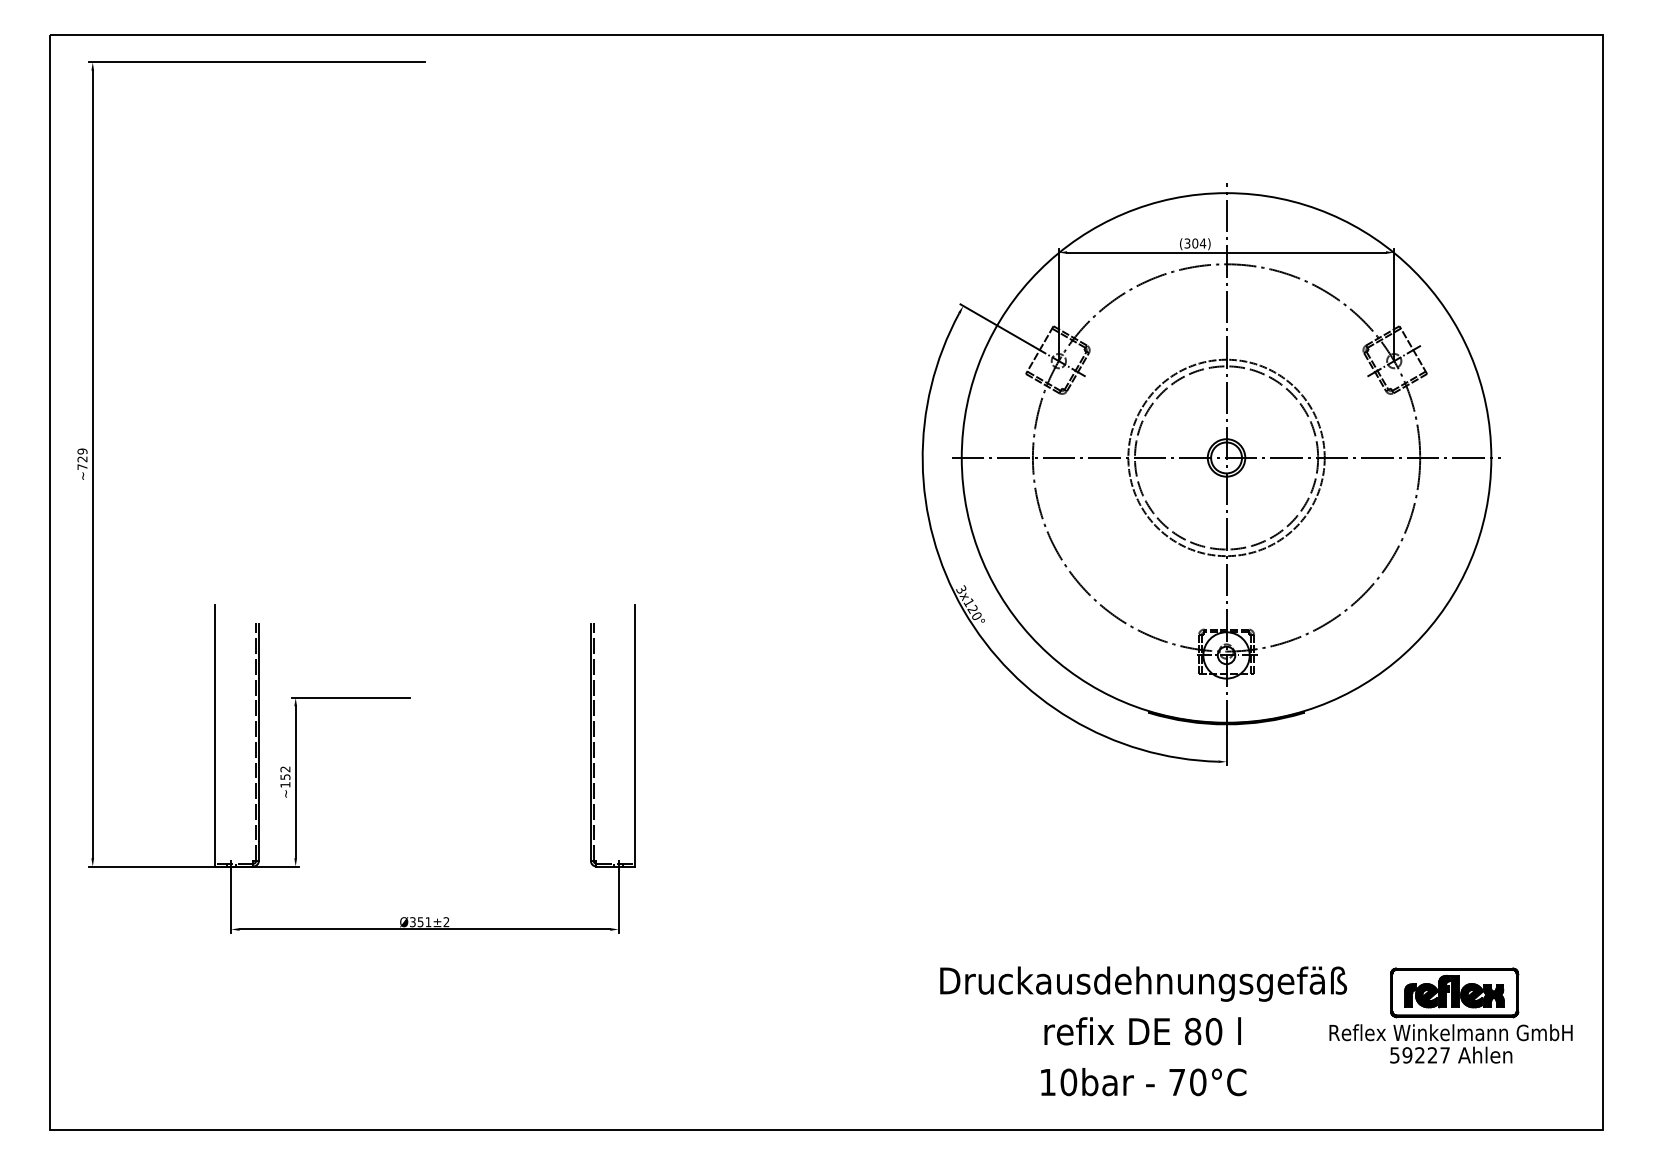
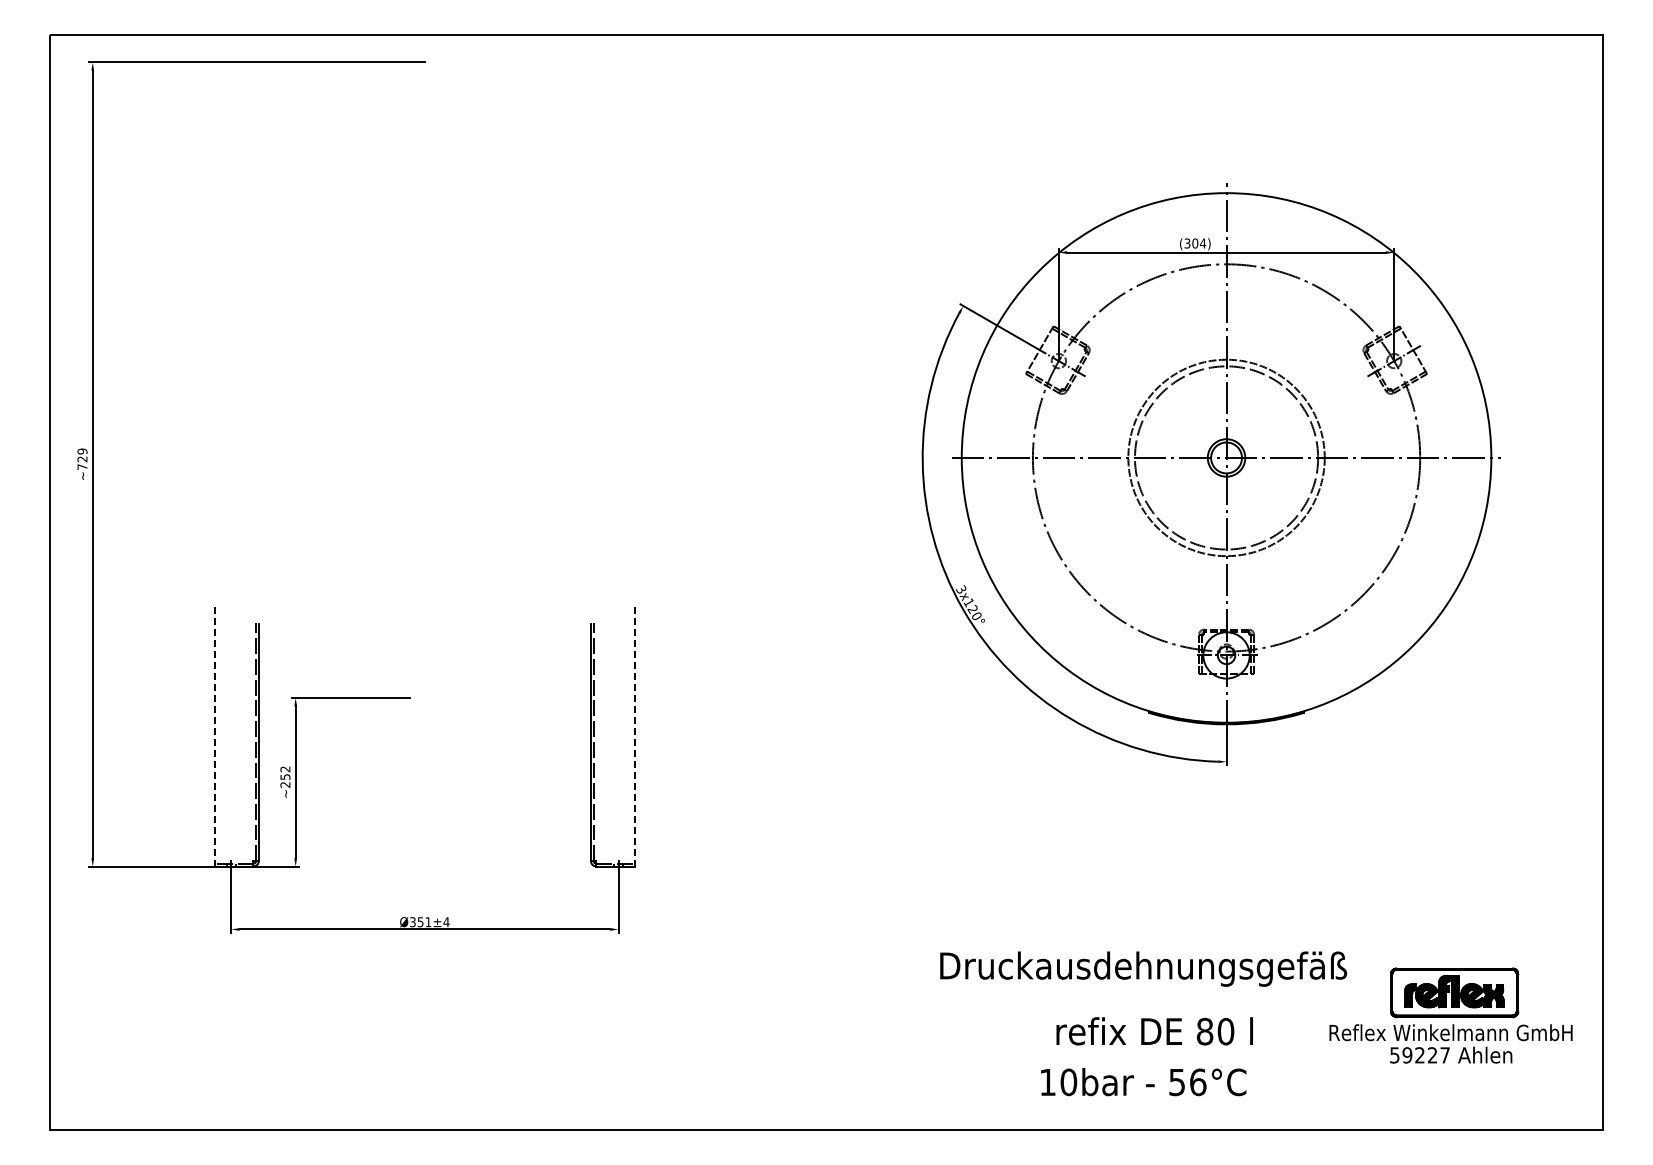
line at (214, 735): solid -> dashed
line at (635, 735): solid -> dashed
text at (285, 784): ~152 -> ~252
text at (446, 922): ±2 -> ±4
text at (1143, 983) position: (1143, 983) -> (1143, 968)
text at (1142, 1031) position: (1142, 1031) -> (1154, 1031)
text at (1187, 1082): 70°C -> 56°C
